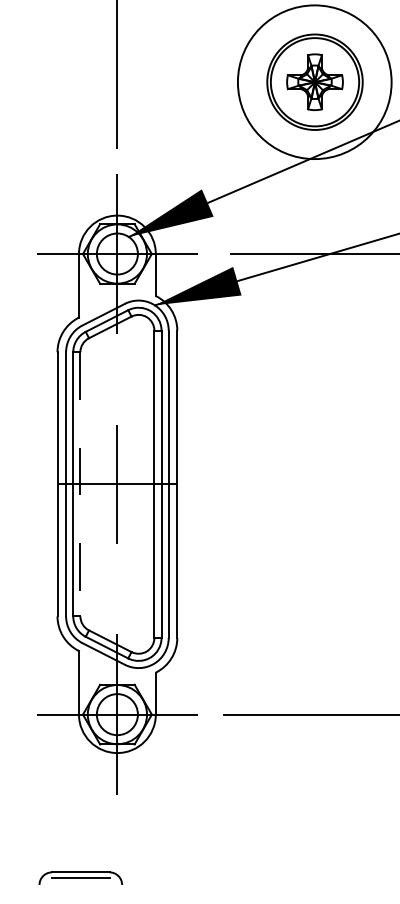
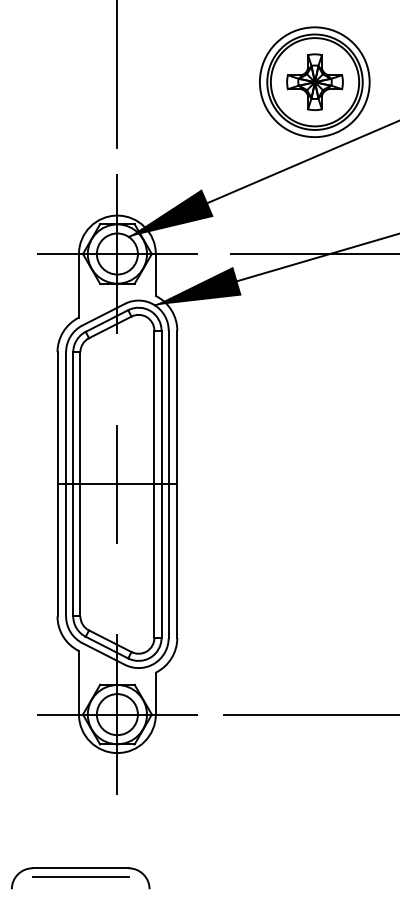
circle at (314, 82) diameter: 154 px -> 110 px
line at (80, 484): dashed -> solid
part at (80, 877) size: 85x14 px -> 140x23 px
